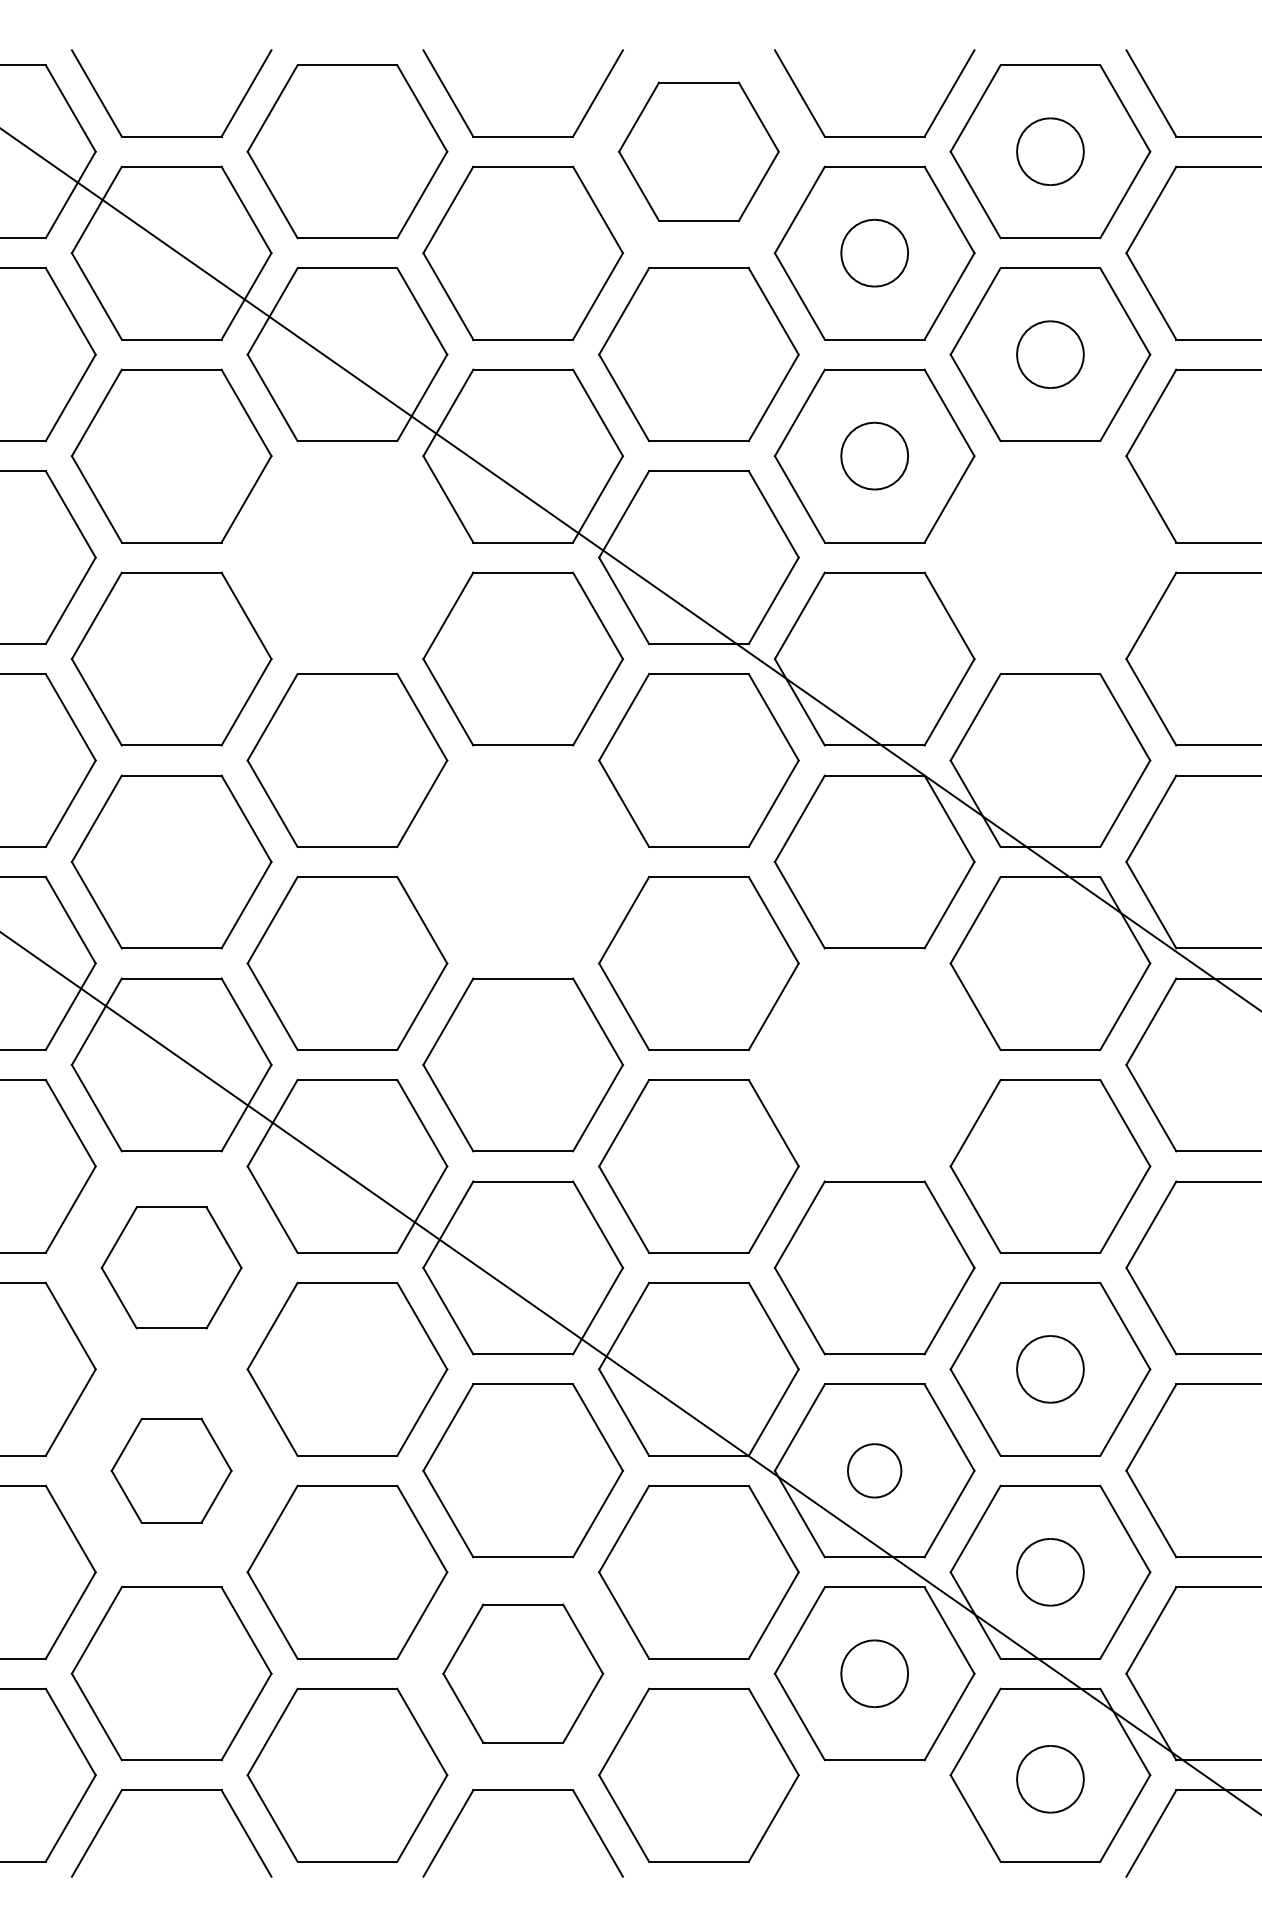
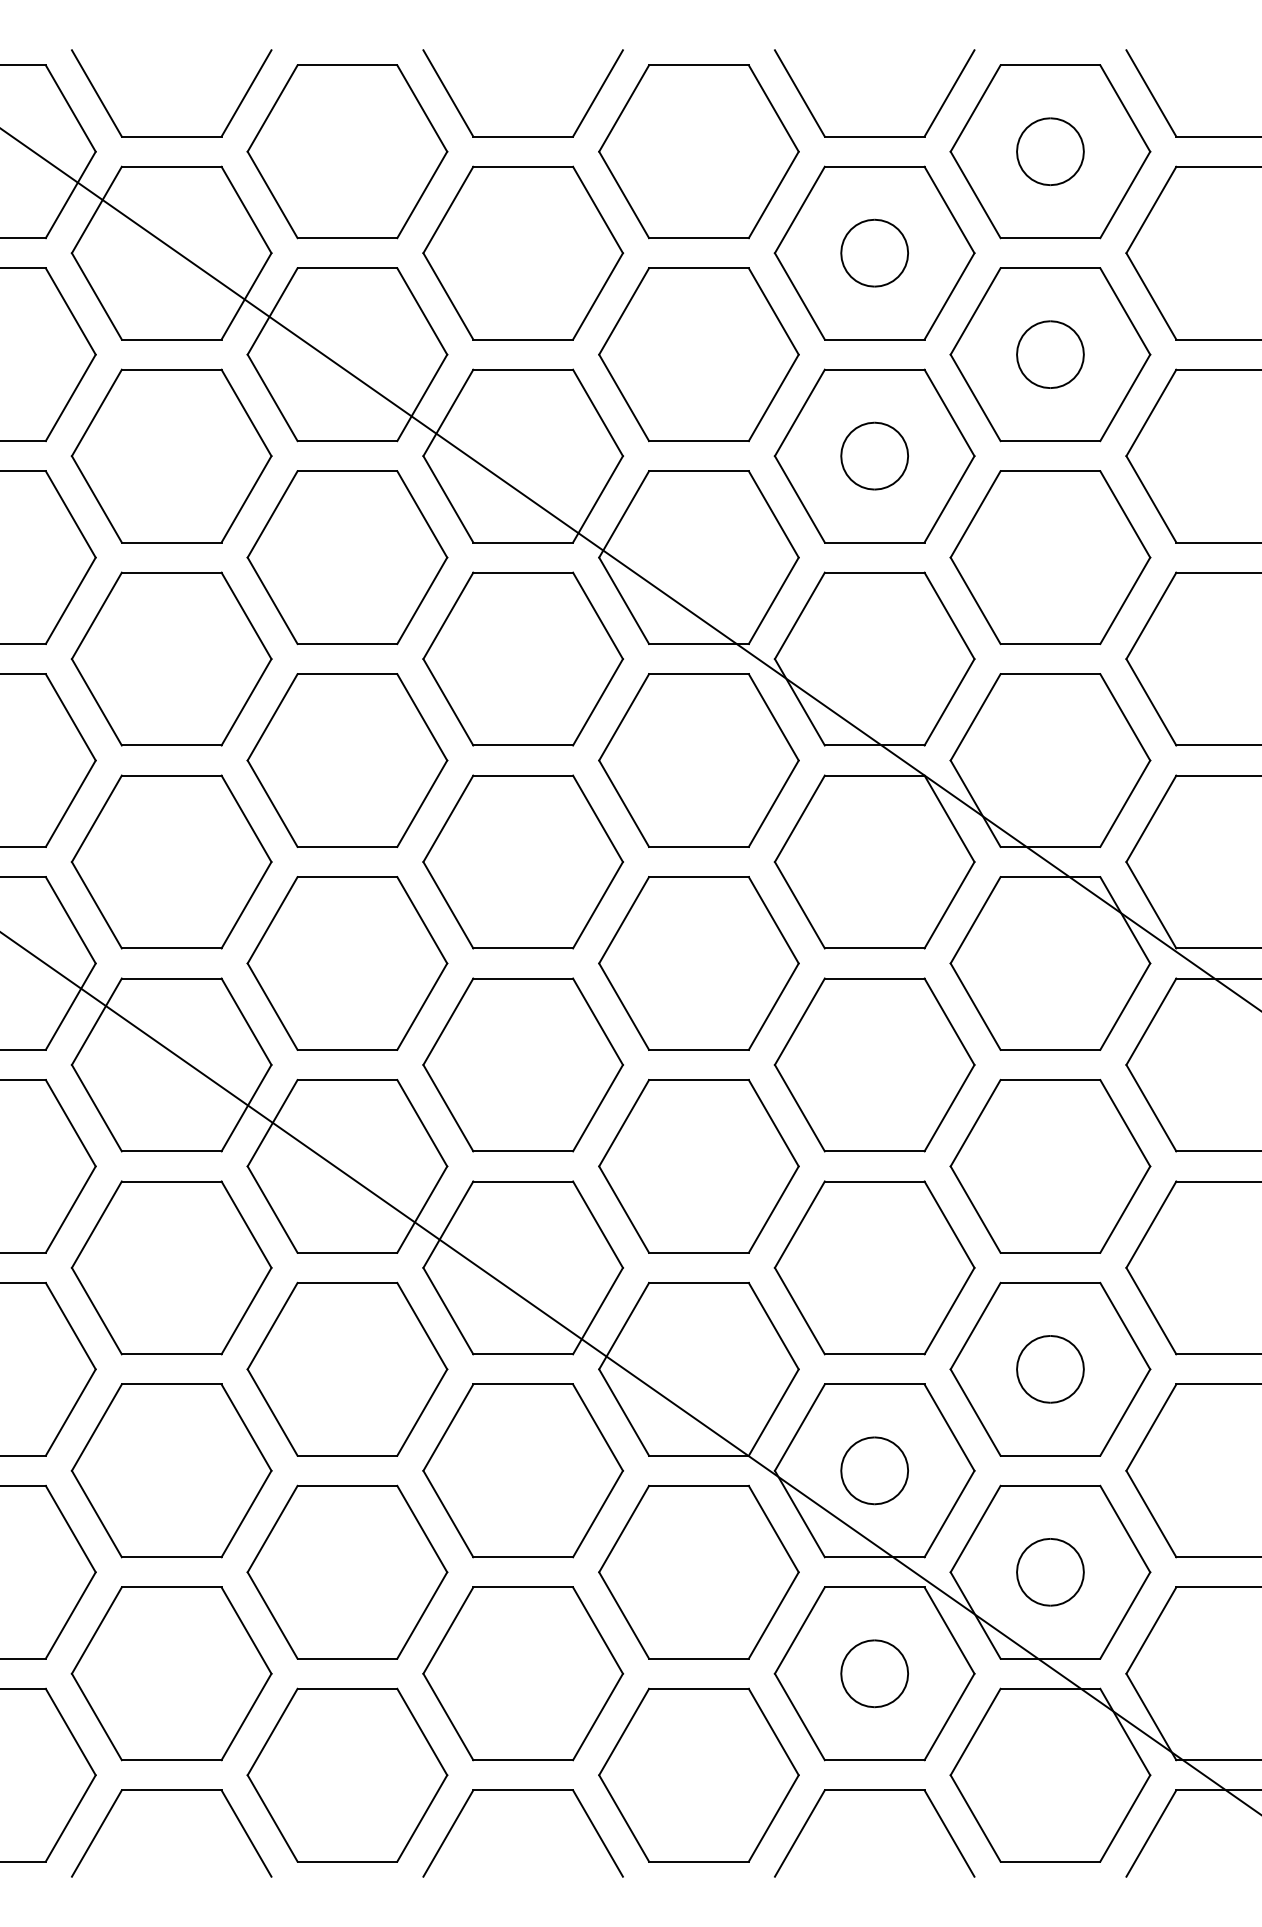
part at (698, 151) size: 162x141 px -> 202x176 px
part at (347, 557): none -> present
part at (1050, 557): none -> present
part at (522, 861): none -> present
part at (874, 1064): none -> present
part at (171, 1267) size: 143x124 px -> 203x176 px
part at (171, 1470) size: 123x106 px -> 203x176 px
part at (874, 1470) size: 56x56 px -> 69x70 px
part at (523, 1673) size: 163x141 px -> 203x176 px
part at (1050, 1779): present -> none
part at (874, 1790): none -> present
